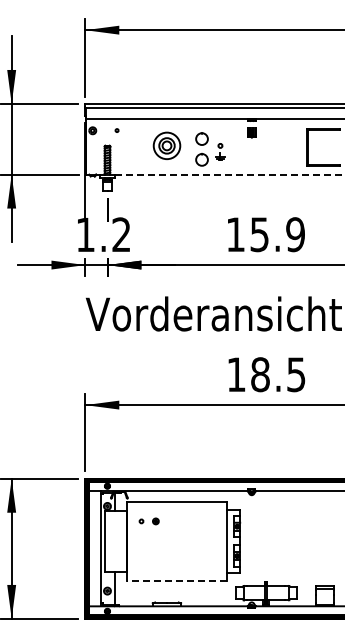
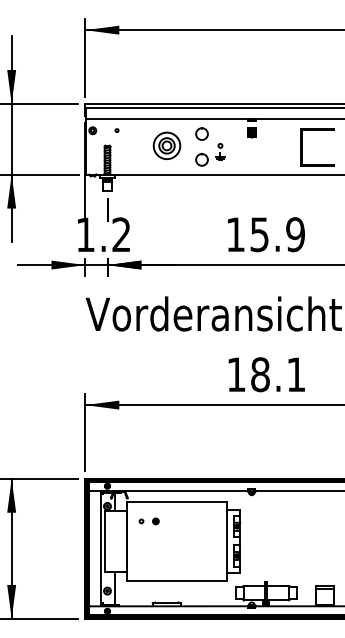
part at (201, 138) position: (201, 138) -> (201, 133)
part at (308, 147) position: (308, 147) -> (302, 147)
line at (229, 174): dashed -> solid
text at (296, 374): 18.5 -> 18.1
line at (176, 580): dashed -> solid
